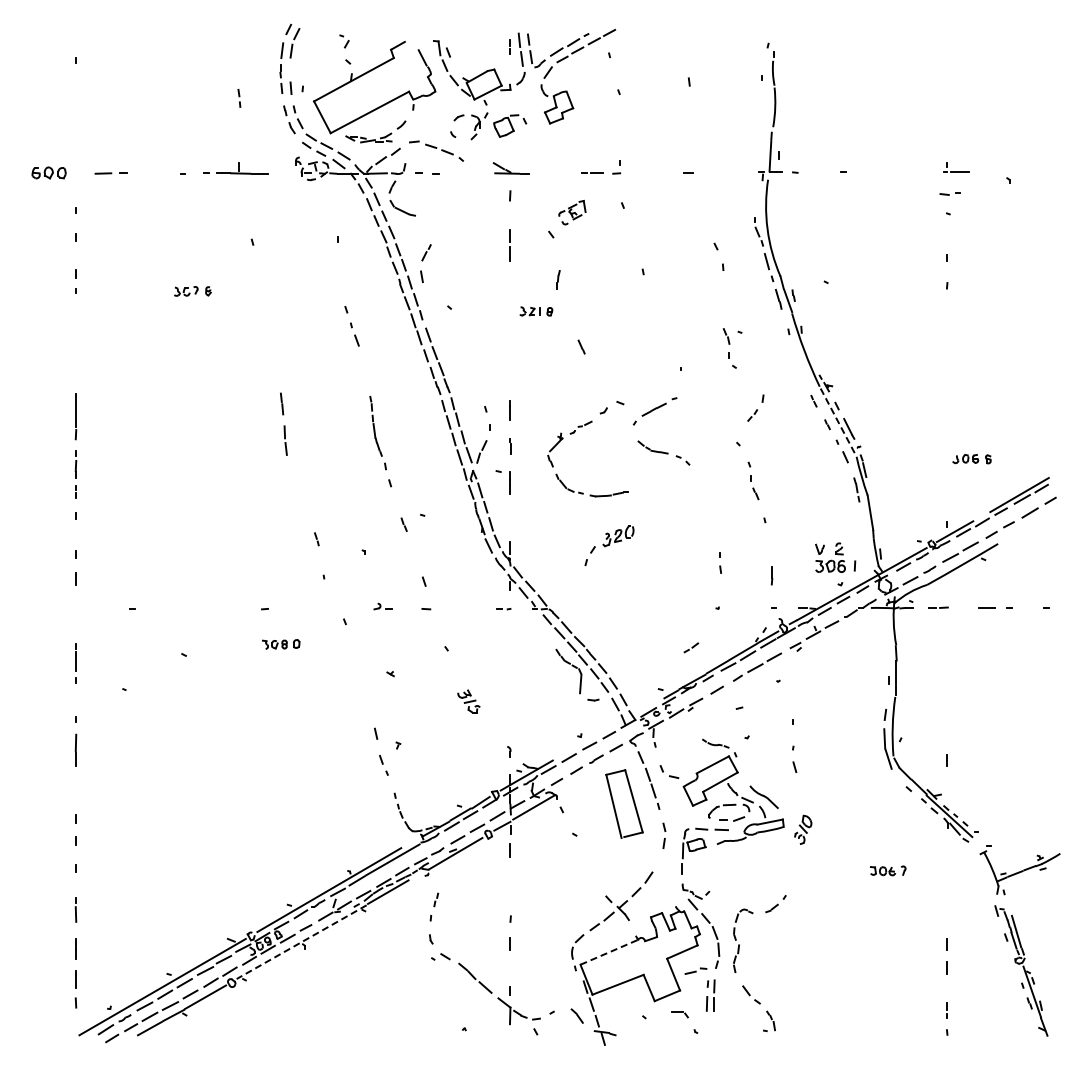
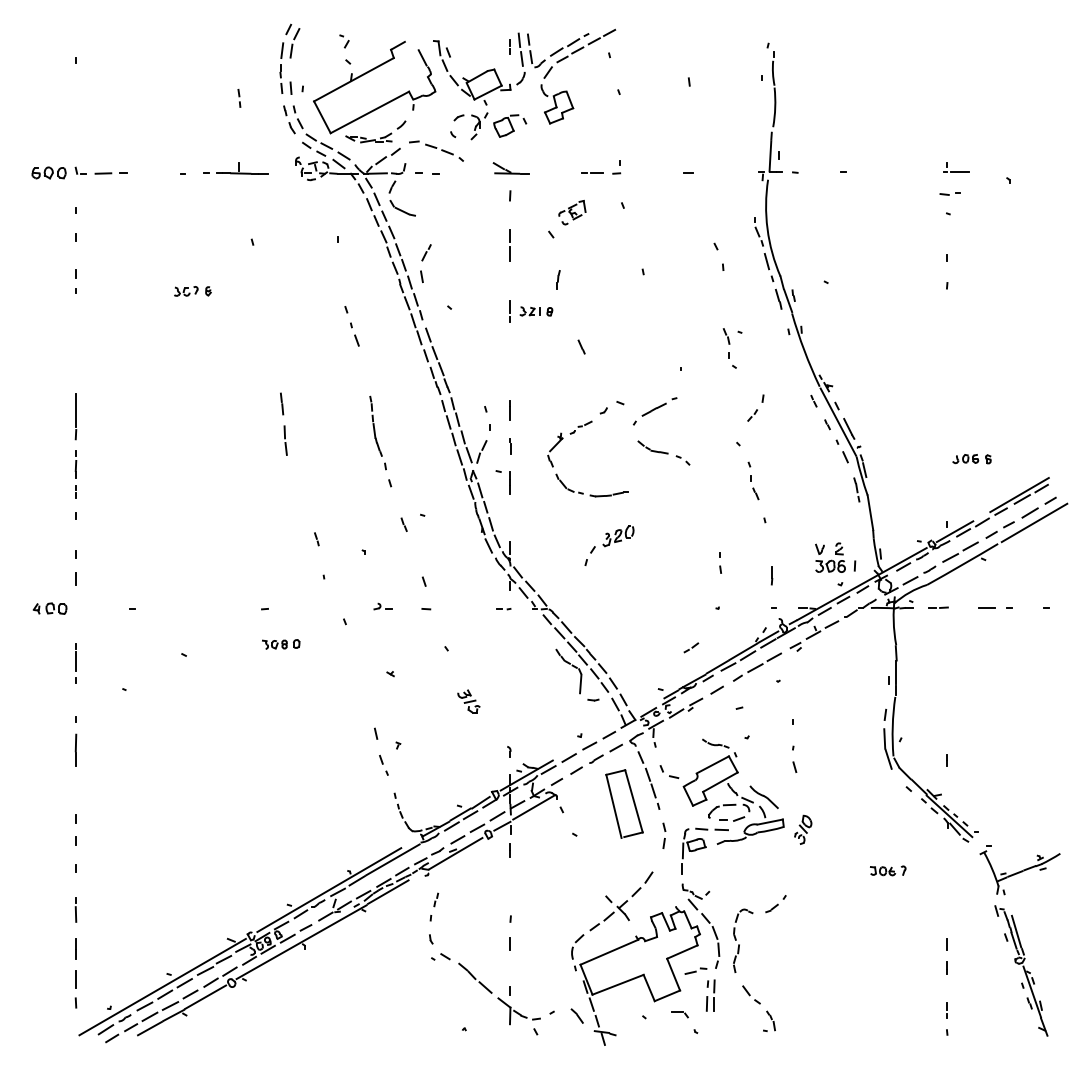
part at (80, 170): none -> present
line at (509, 311): none -> present
line at (838, 422): dashed -> solid
line at (1034, 522): none -> present
part at (49, 608): none -> present
line at (301, 942): dashed -> solid
line at (609, 952): dashed -> solid
